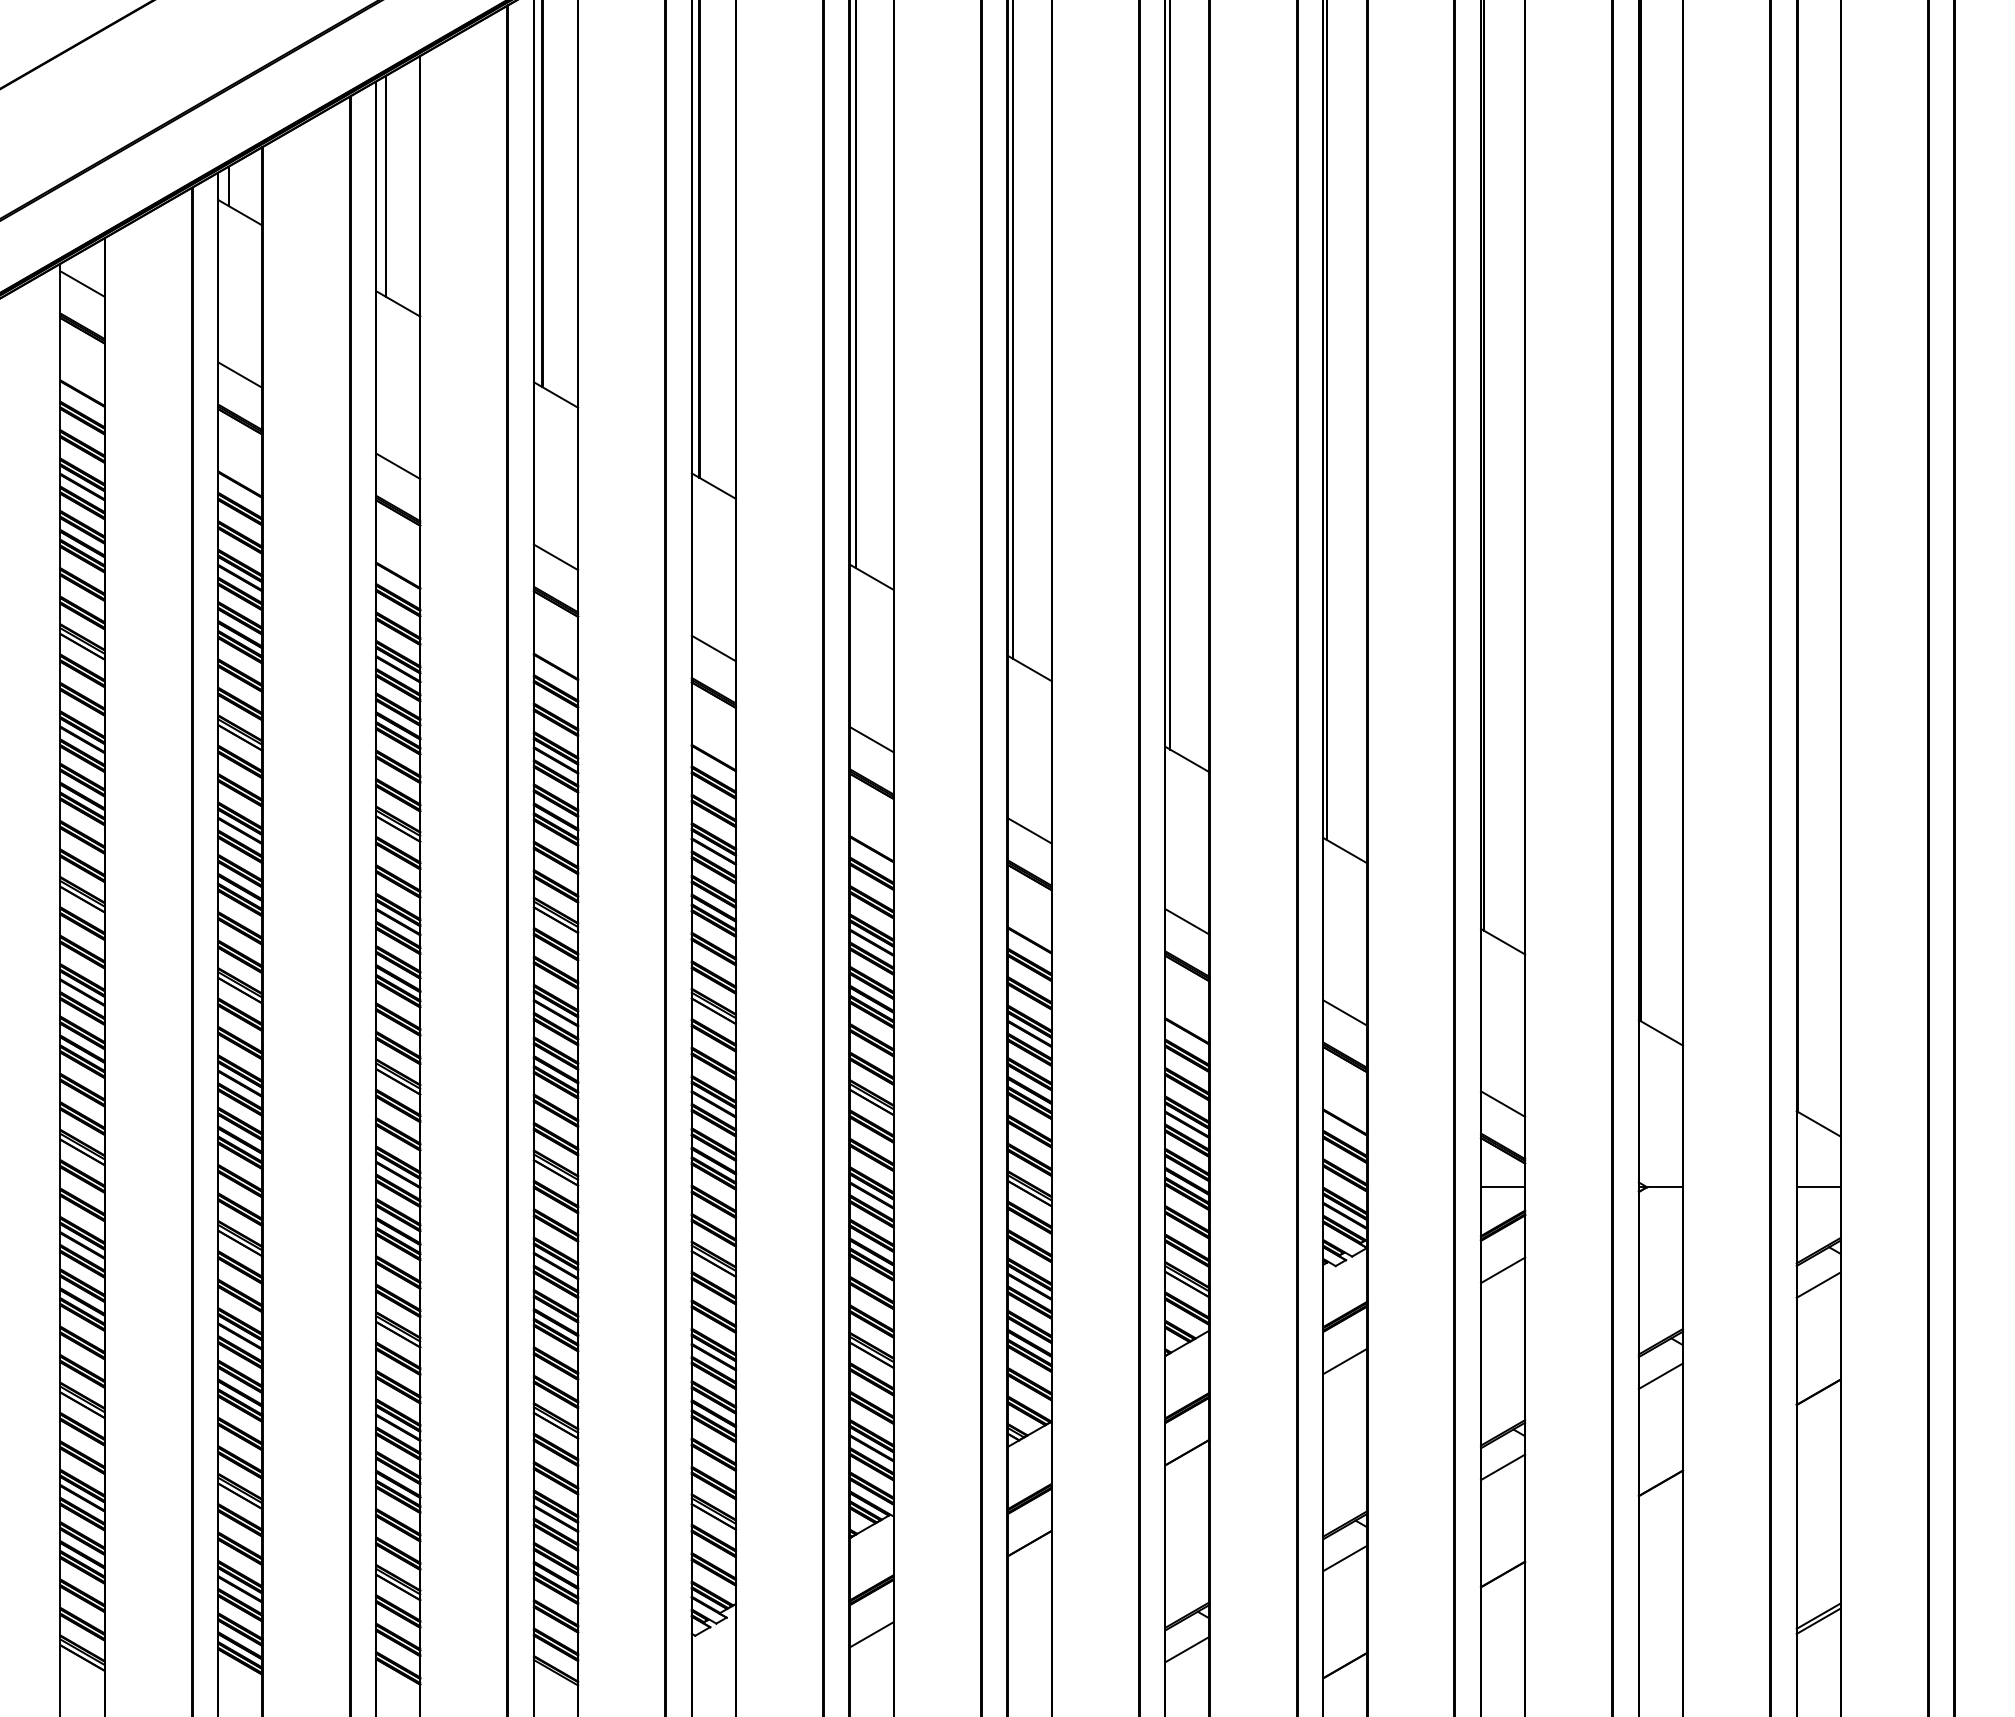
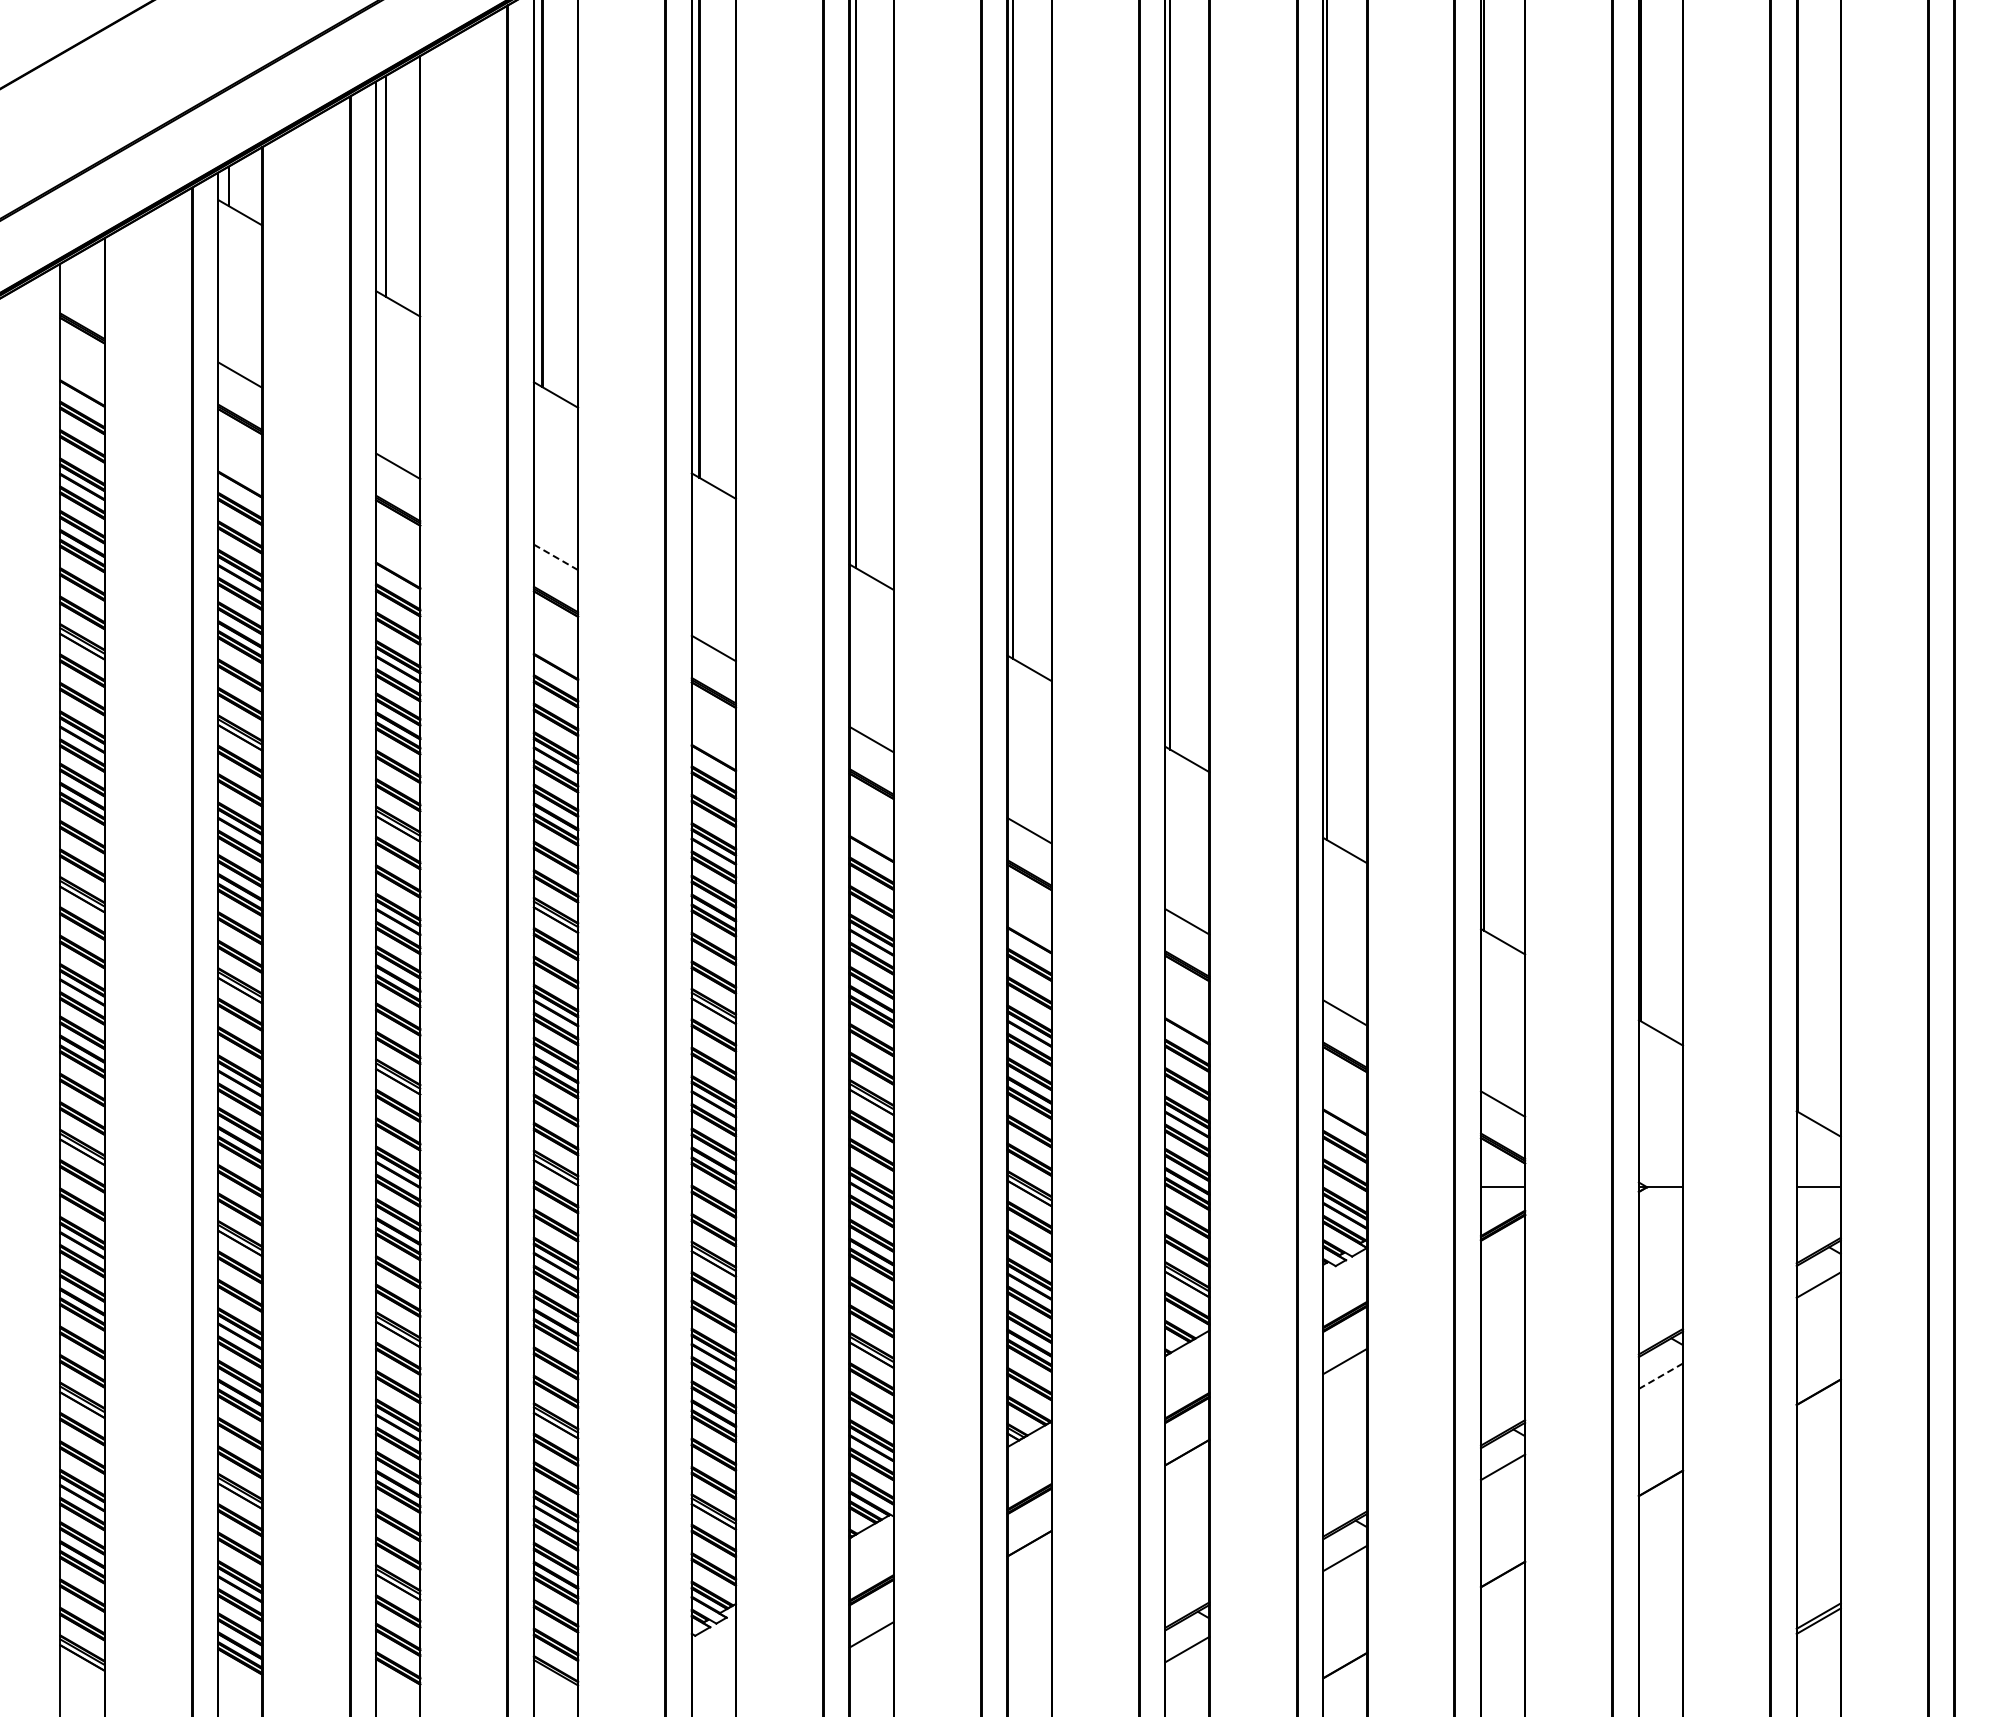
line at (82, 283): present -> none
line at (556, 557): solid -> dashed
line at (1503, 1270): present -> none
line at (1661, 1375): solid -> dashed
